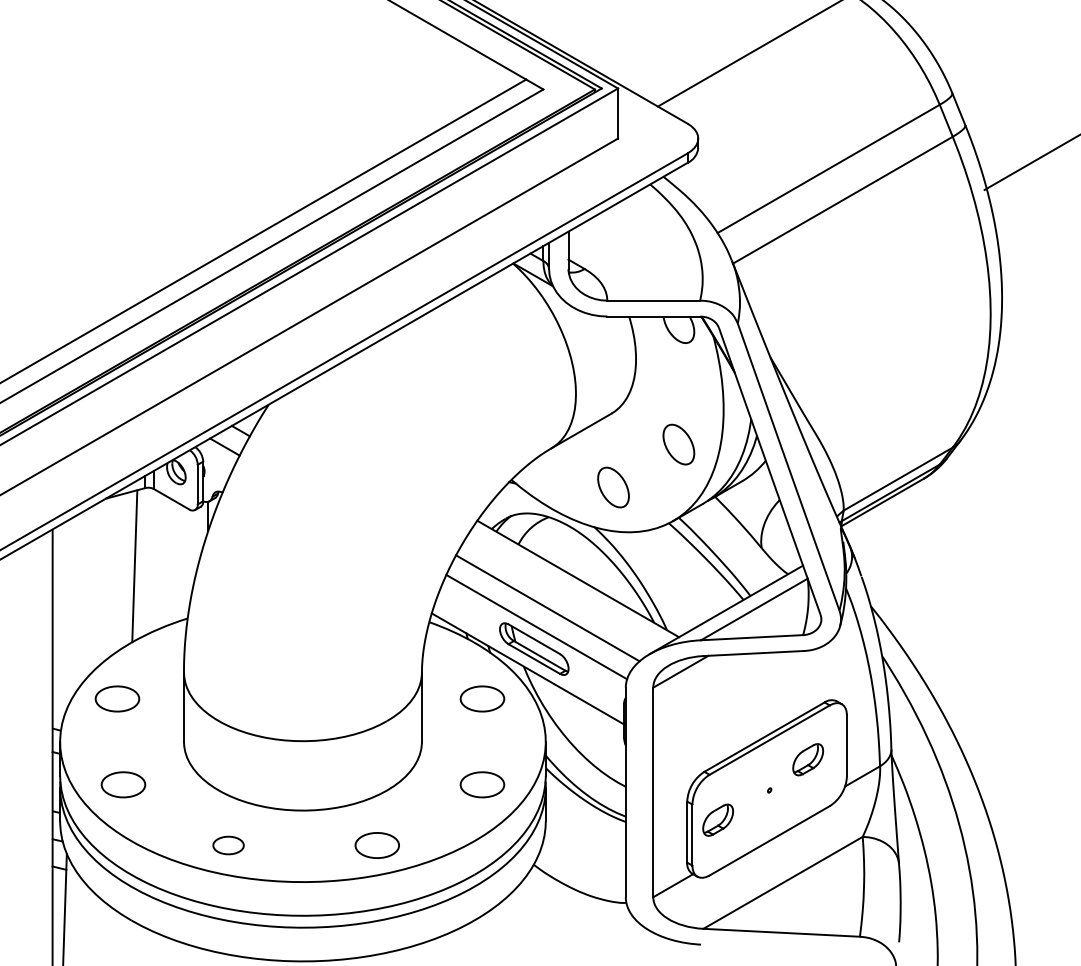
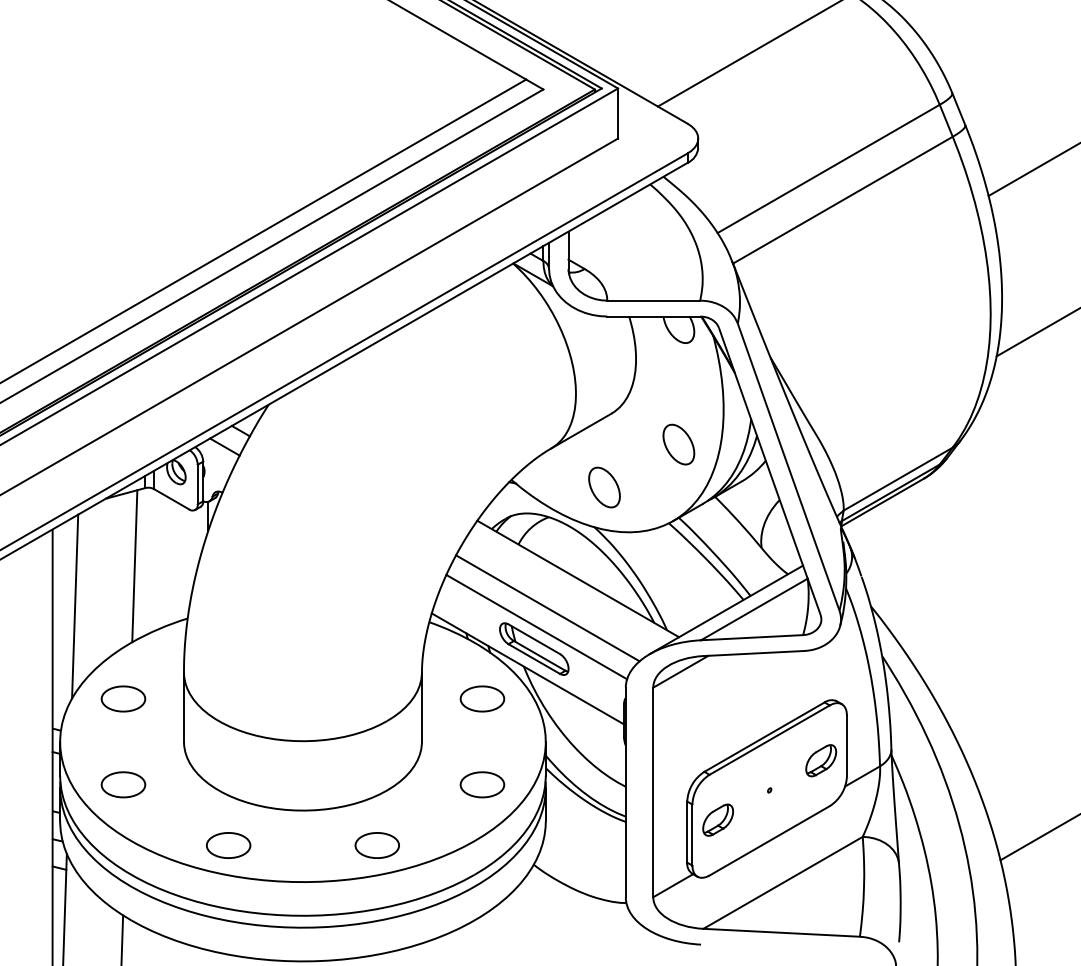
line at (1030, 163) position: (1030, 163) -> (1032, 170)
line at (1036, 332): none -> present
part at (613, 487) position: (613, 487) -> (604, 487)
line at (75, 606): none -> present
part at (117, 698) position: (117, 698) -> (123, 698)
part at (808, 759) position: (808, 759) -> (821, 760)
line at (1038, 838): none -> present
part at (228, 845) size: 33x21 px -> 47x27 px
line at (122, 938): none -> present
